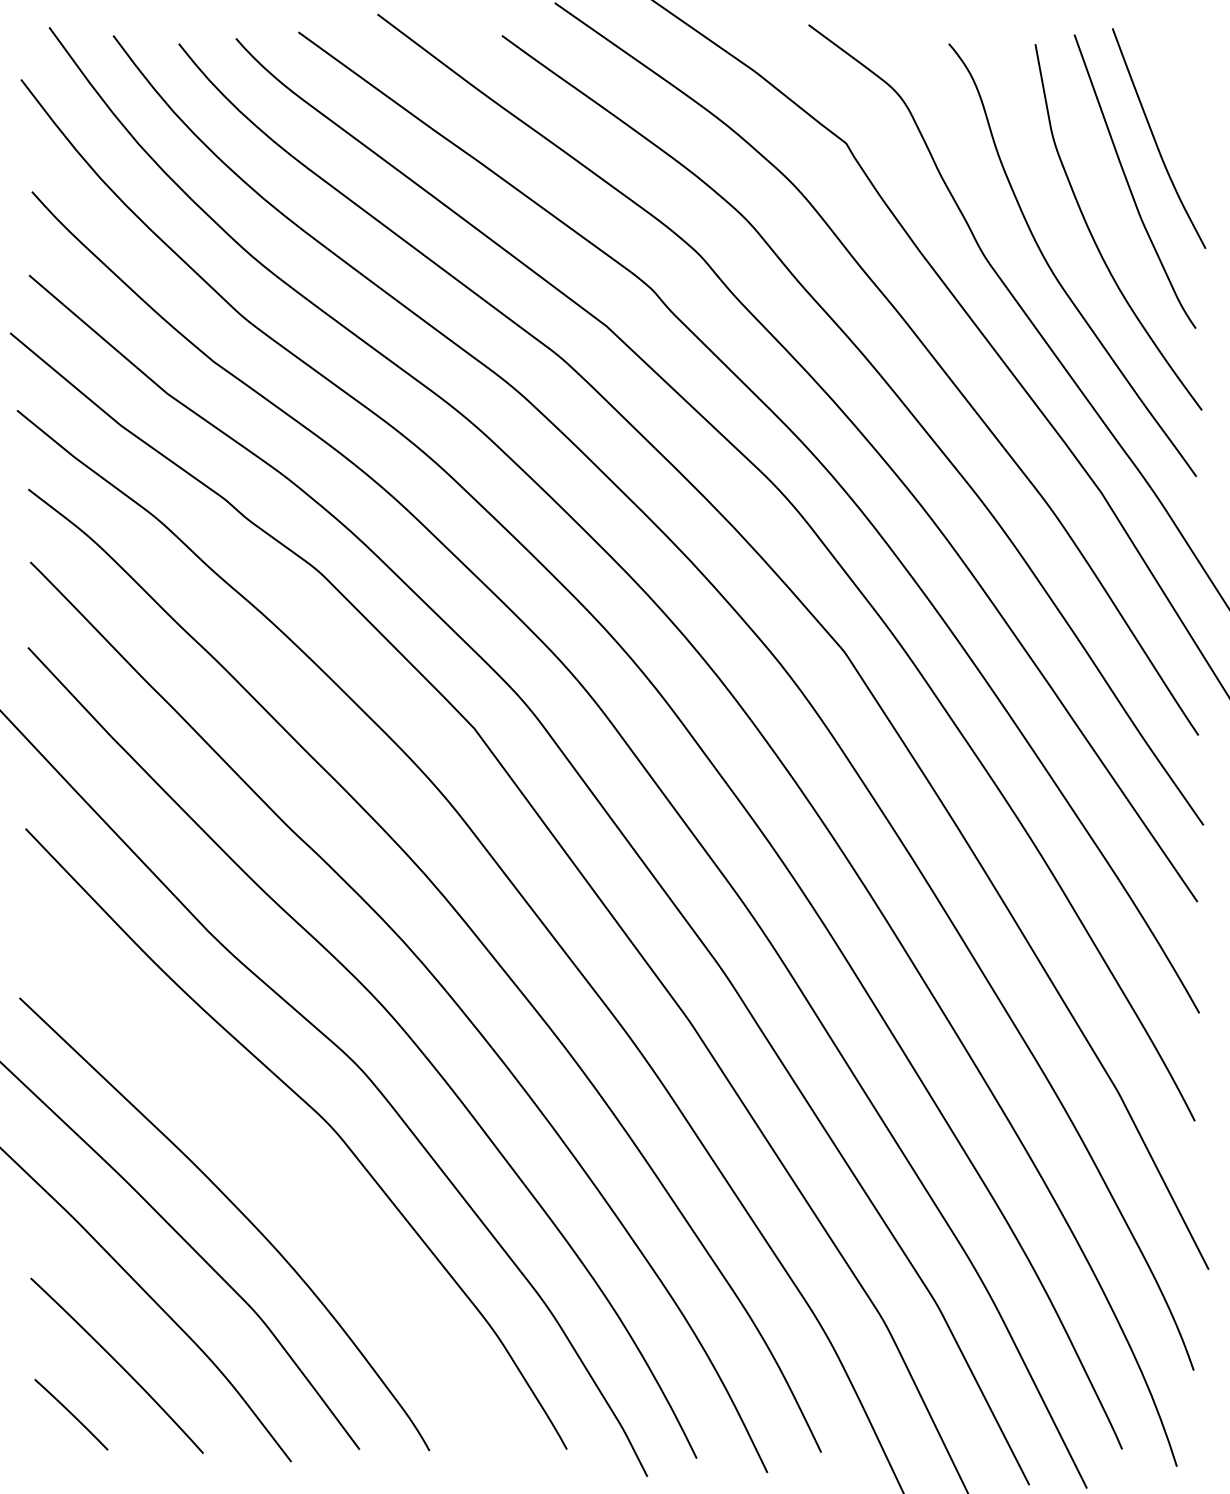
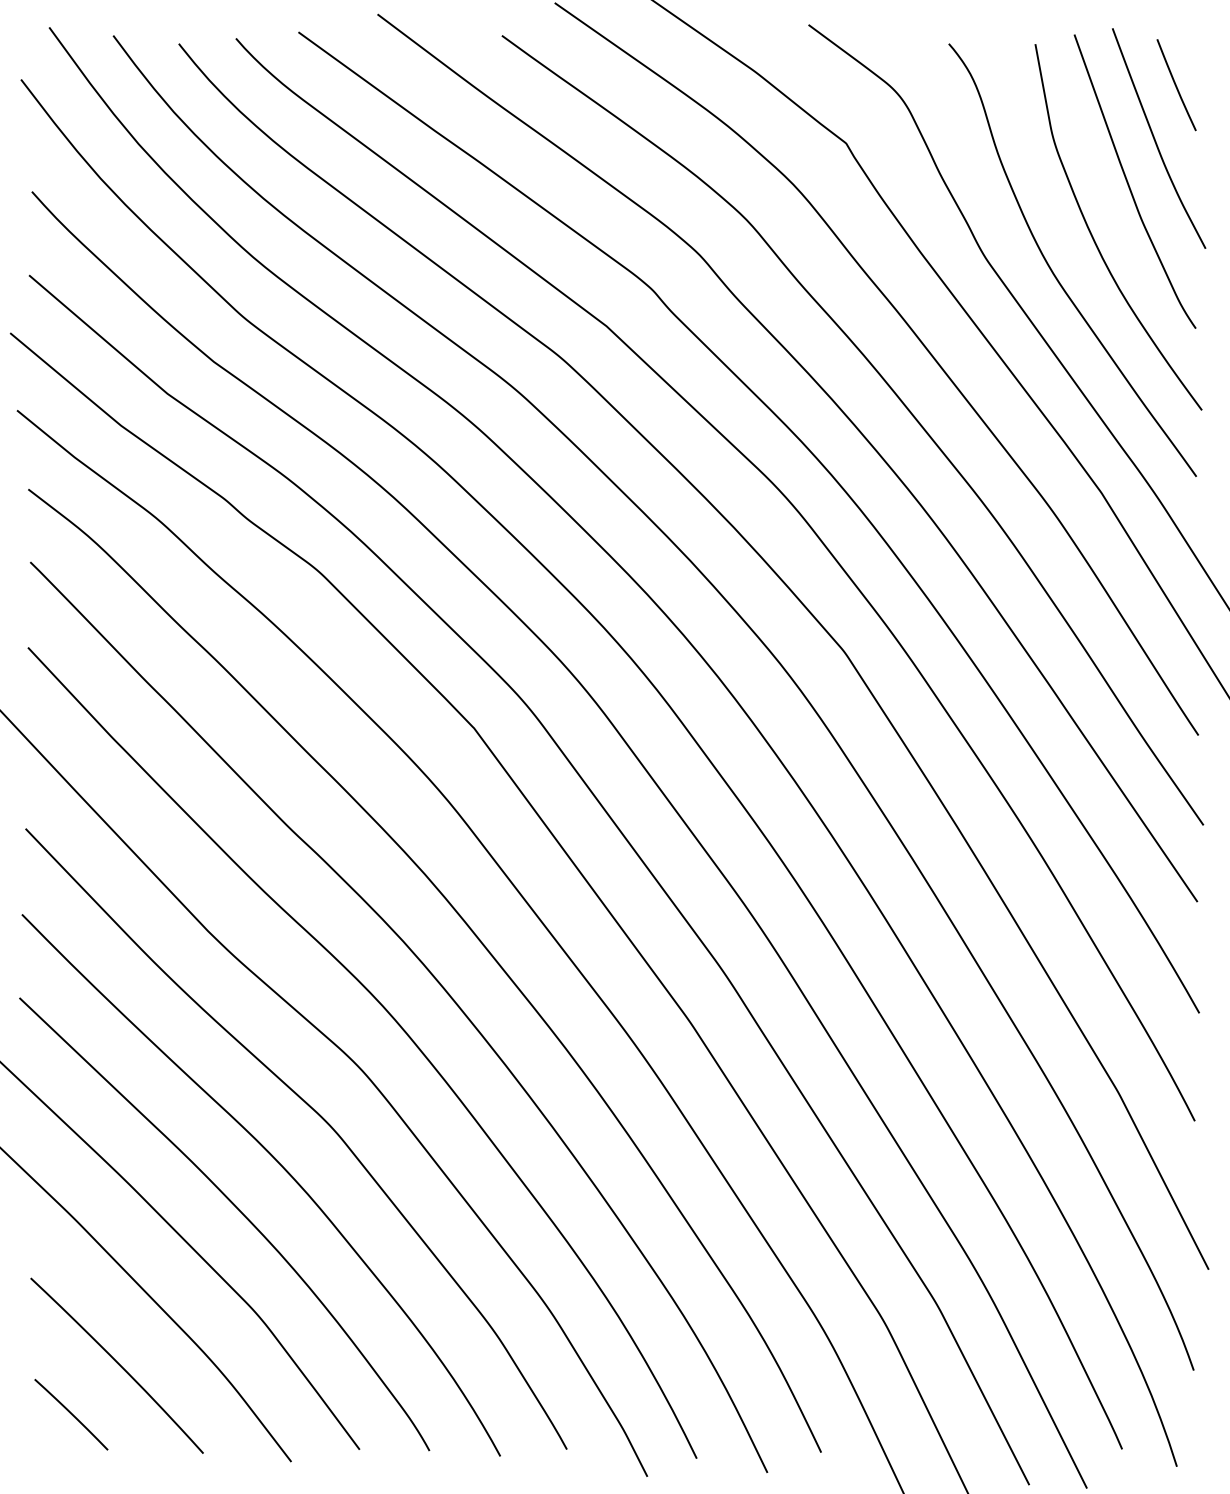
line at (1176, 85): none -> present
curve at (282, 1168): none -> present
